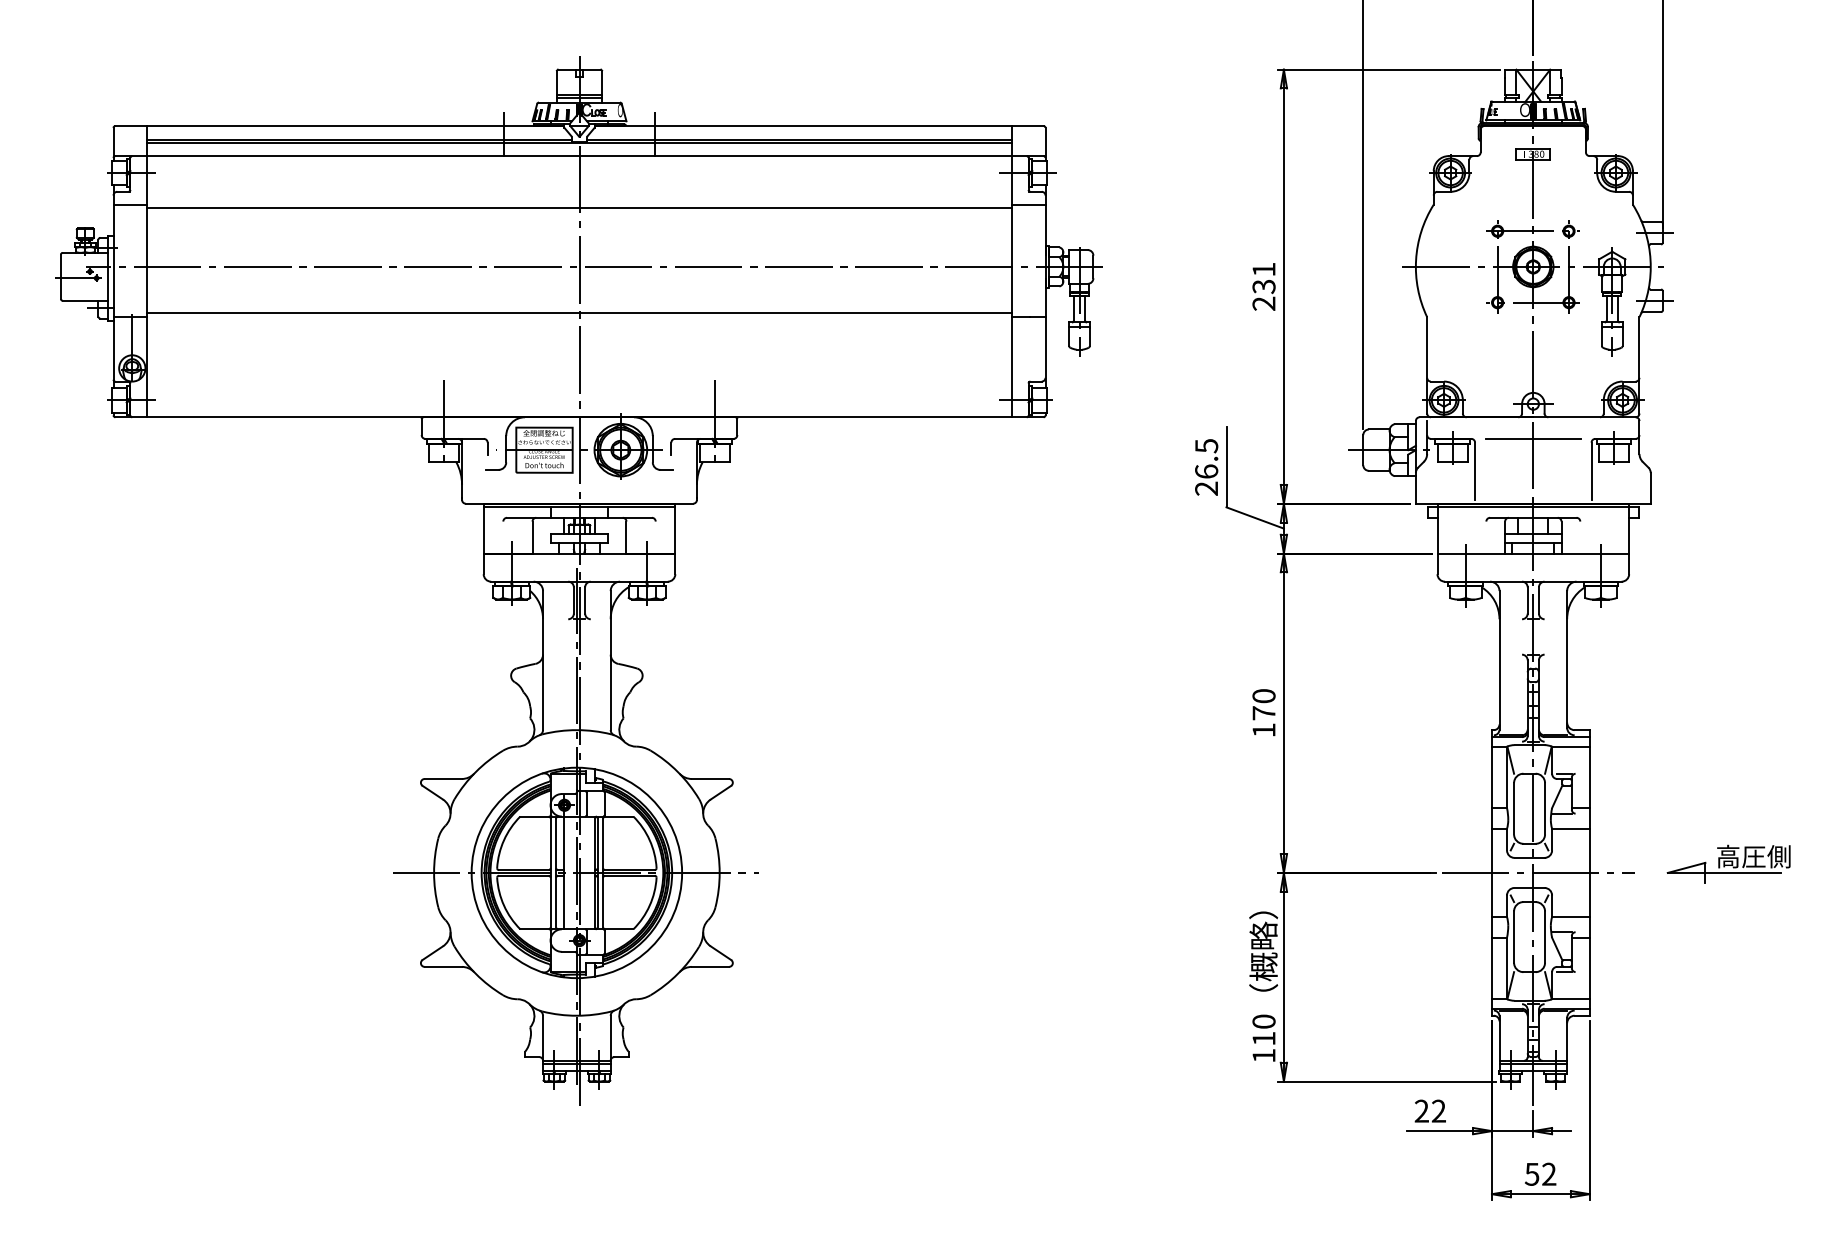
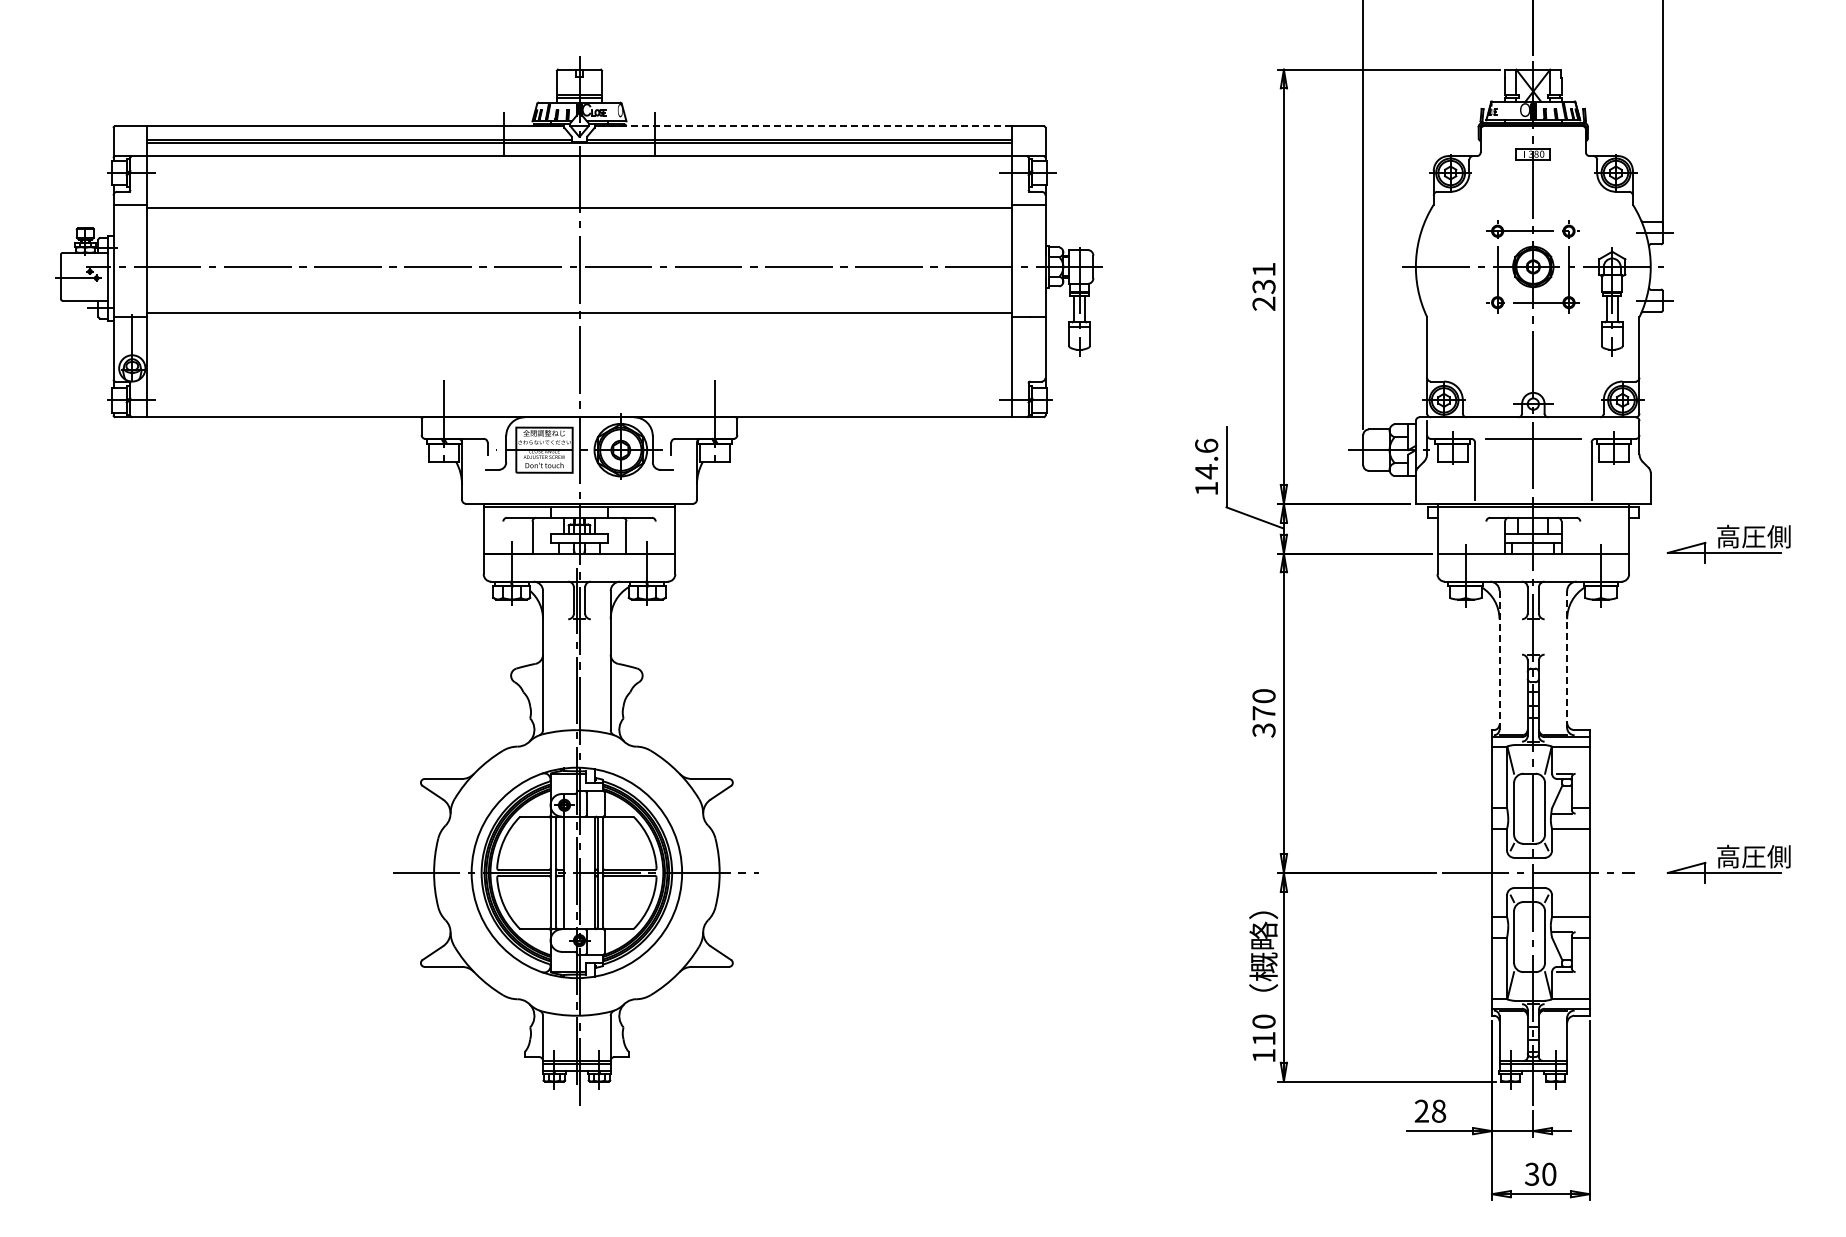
line at (803, 126): solid -> dashed
text at (1206, 466): 26.5 -> 14.6
part at (1728, 543): none -> present
line at (1567, 658): solid -> dashed
line at (1499, 659): solid -> dashed
text at (1263, 730): 170 -> 370
text at (1438, 1110): 22 -> 28
text at (1540, 1173): 52 -> 30
